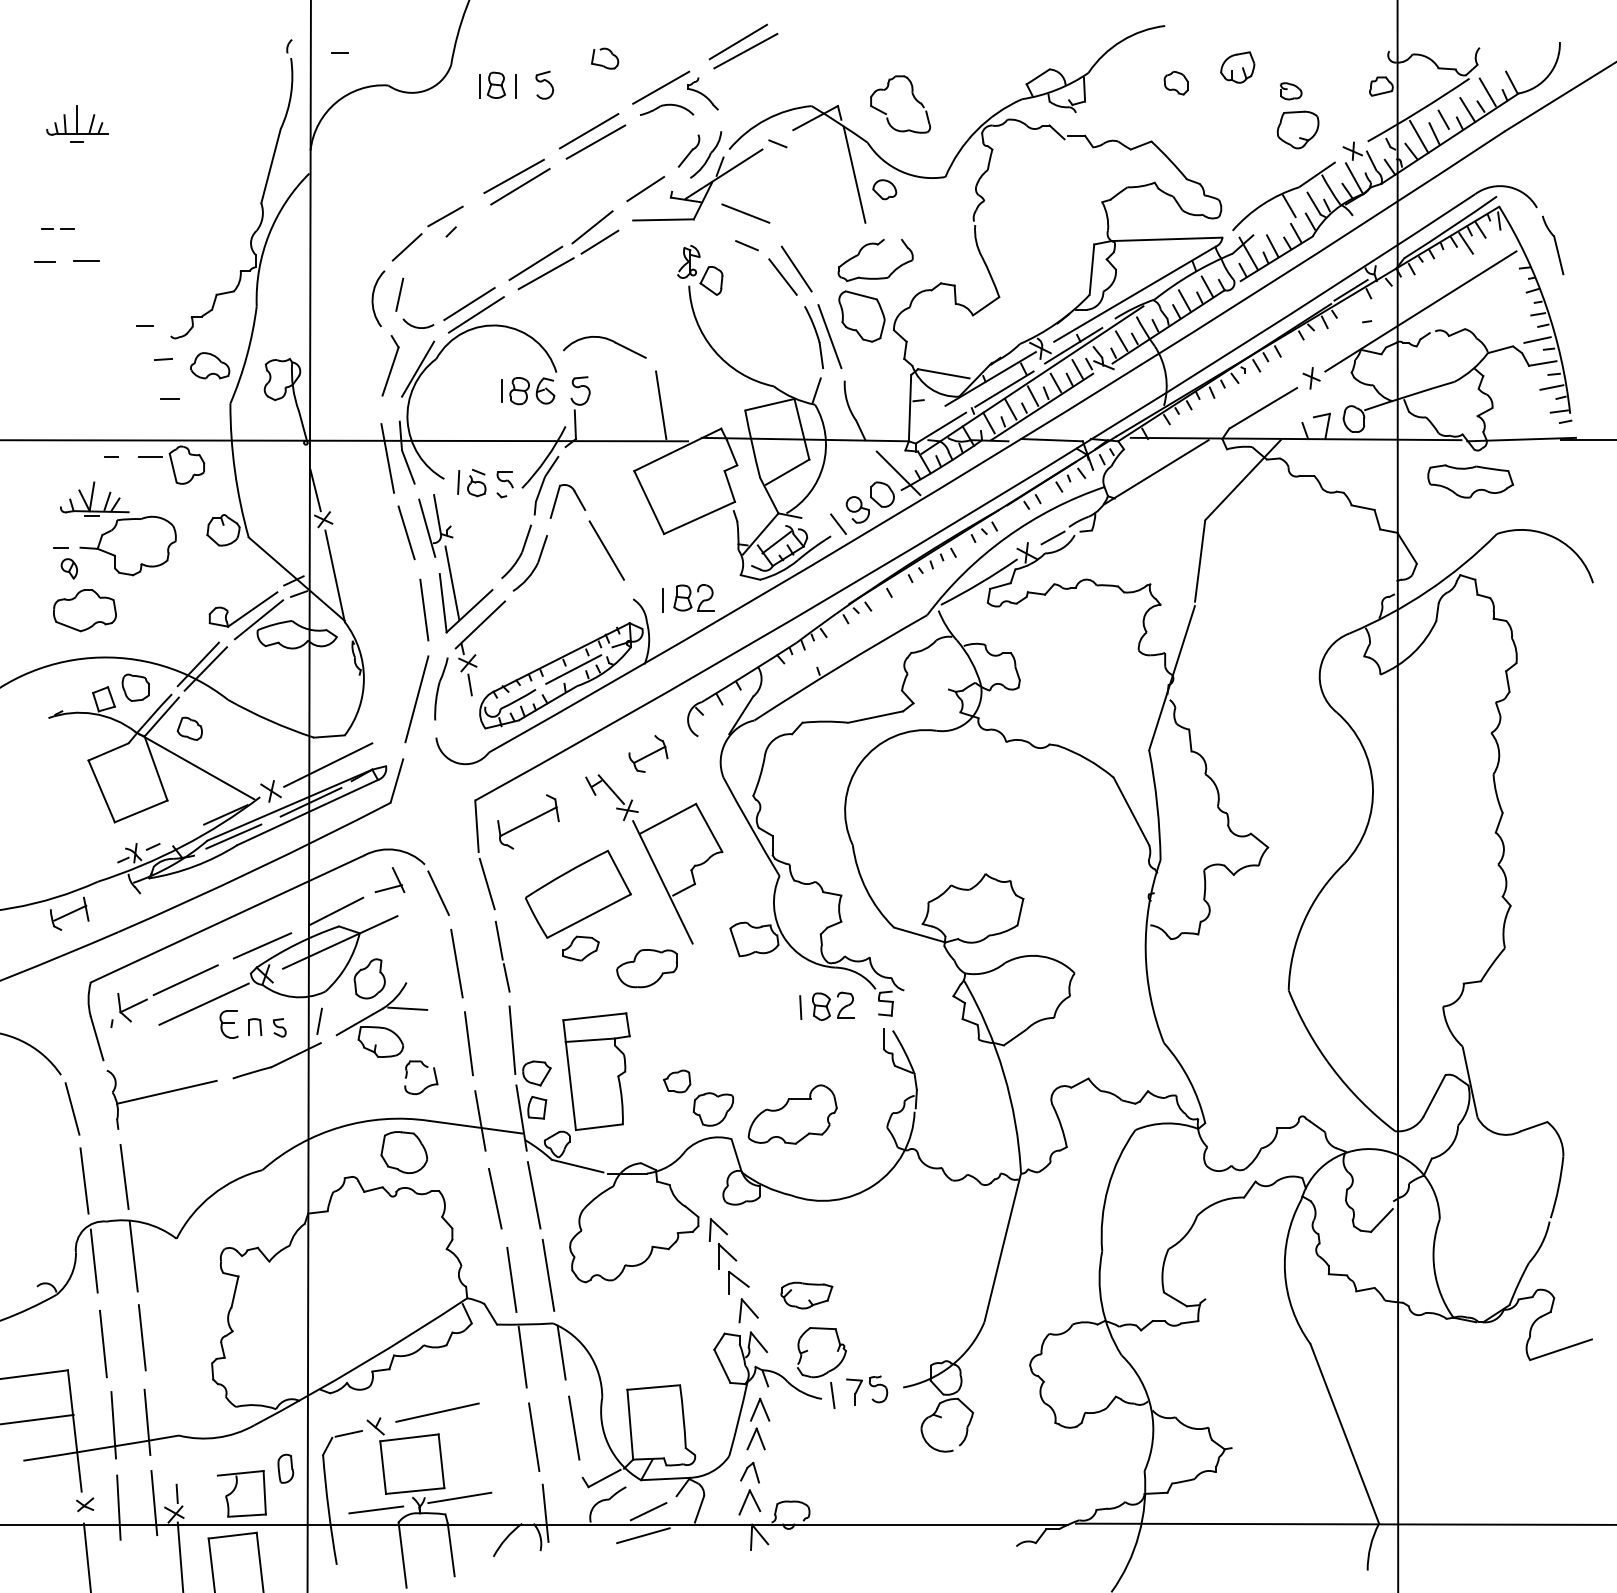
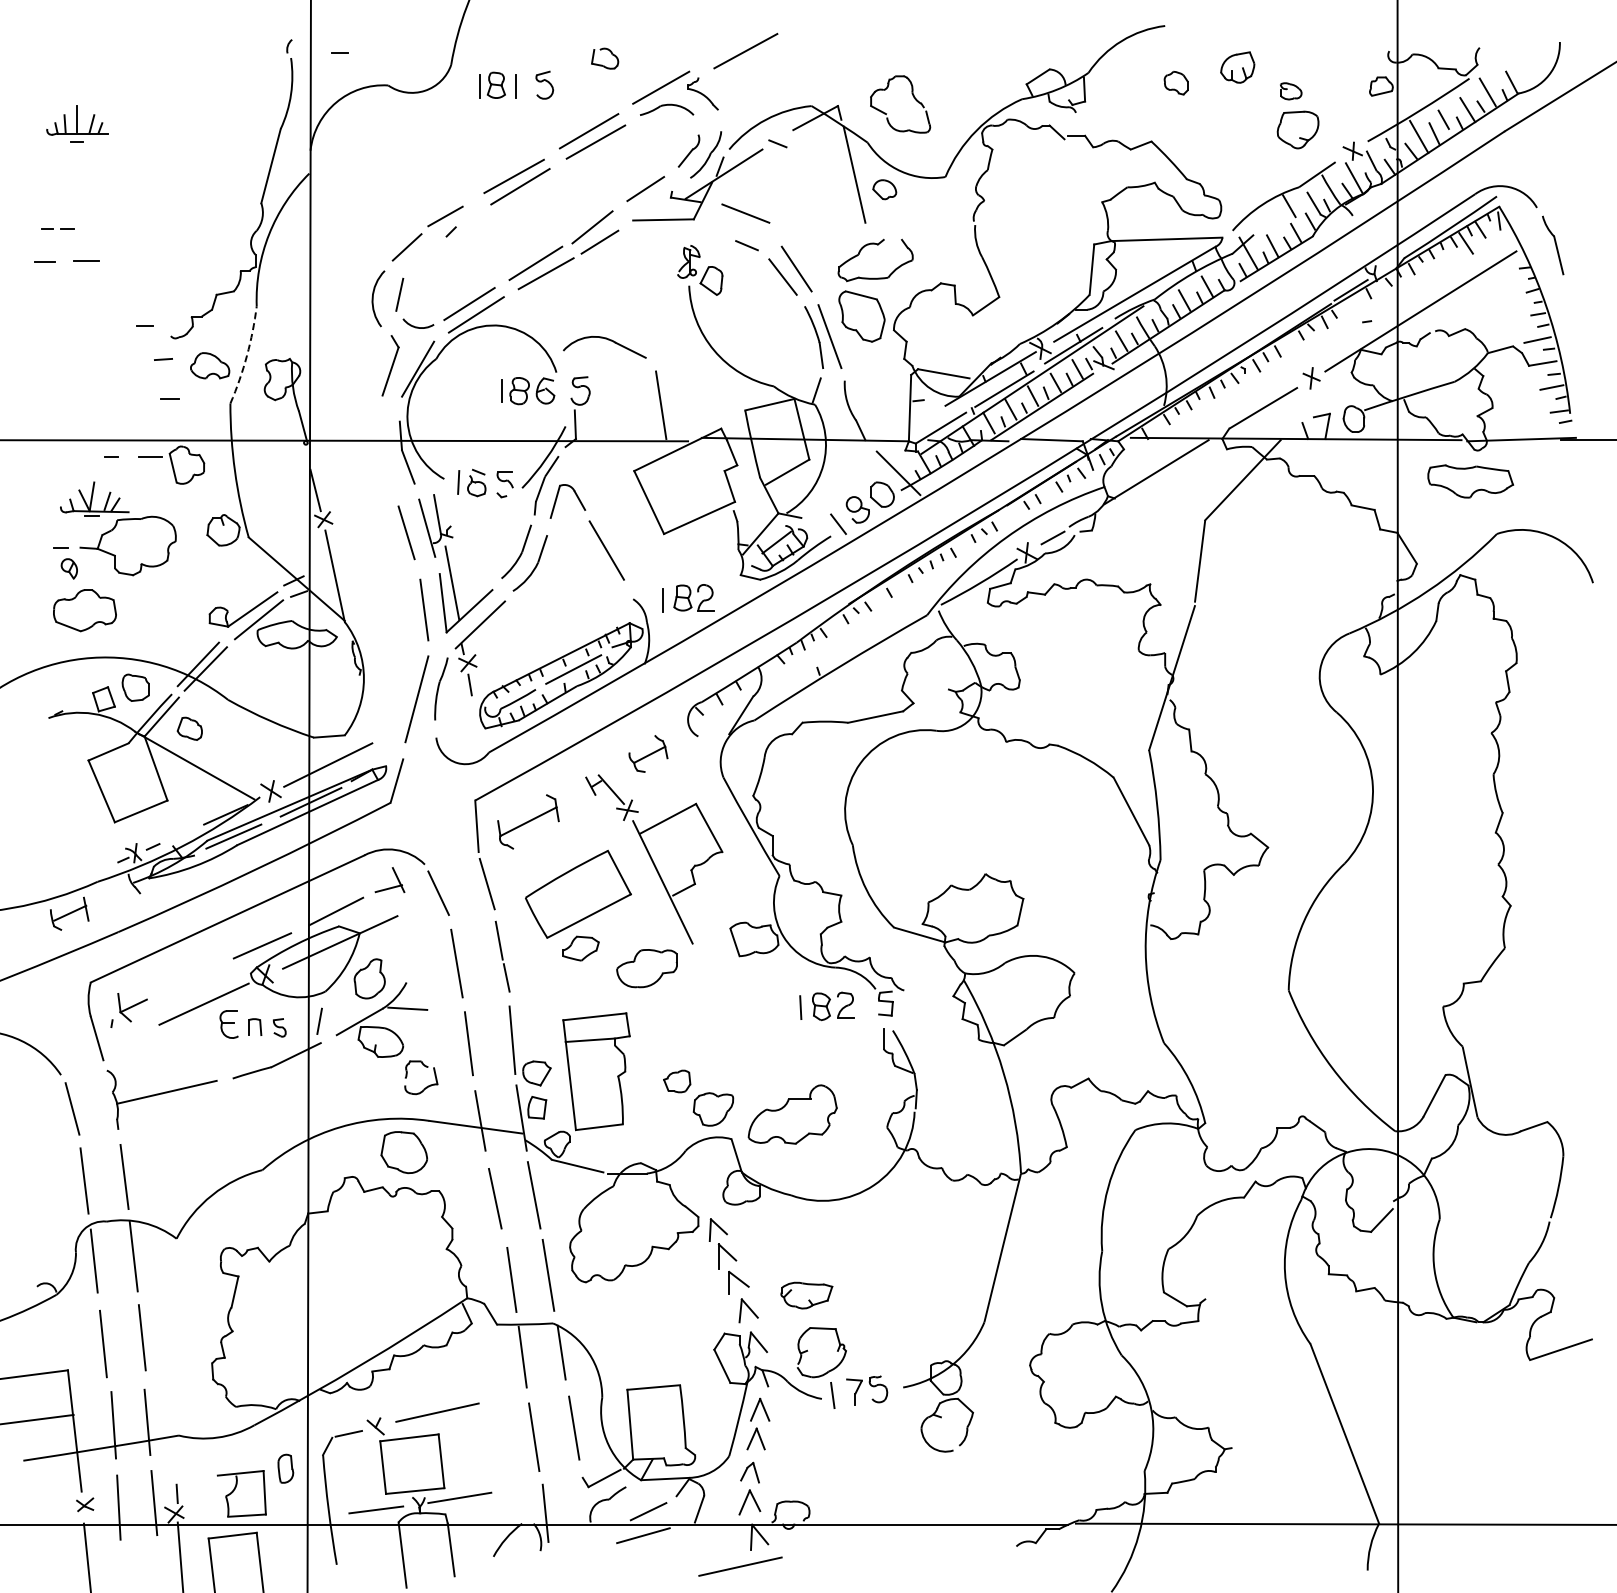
line at (738, 41): present -> none
arc at (246, 355): solid -> dashed
line at (387, 458): present -> none
line at (185, 980): present -> none
line at (740, 1566): none -> present
